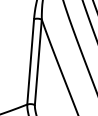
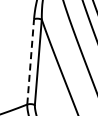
line at (30, 61): solid -> dashed
